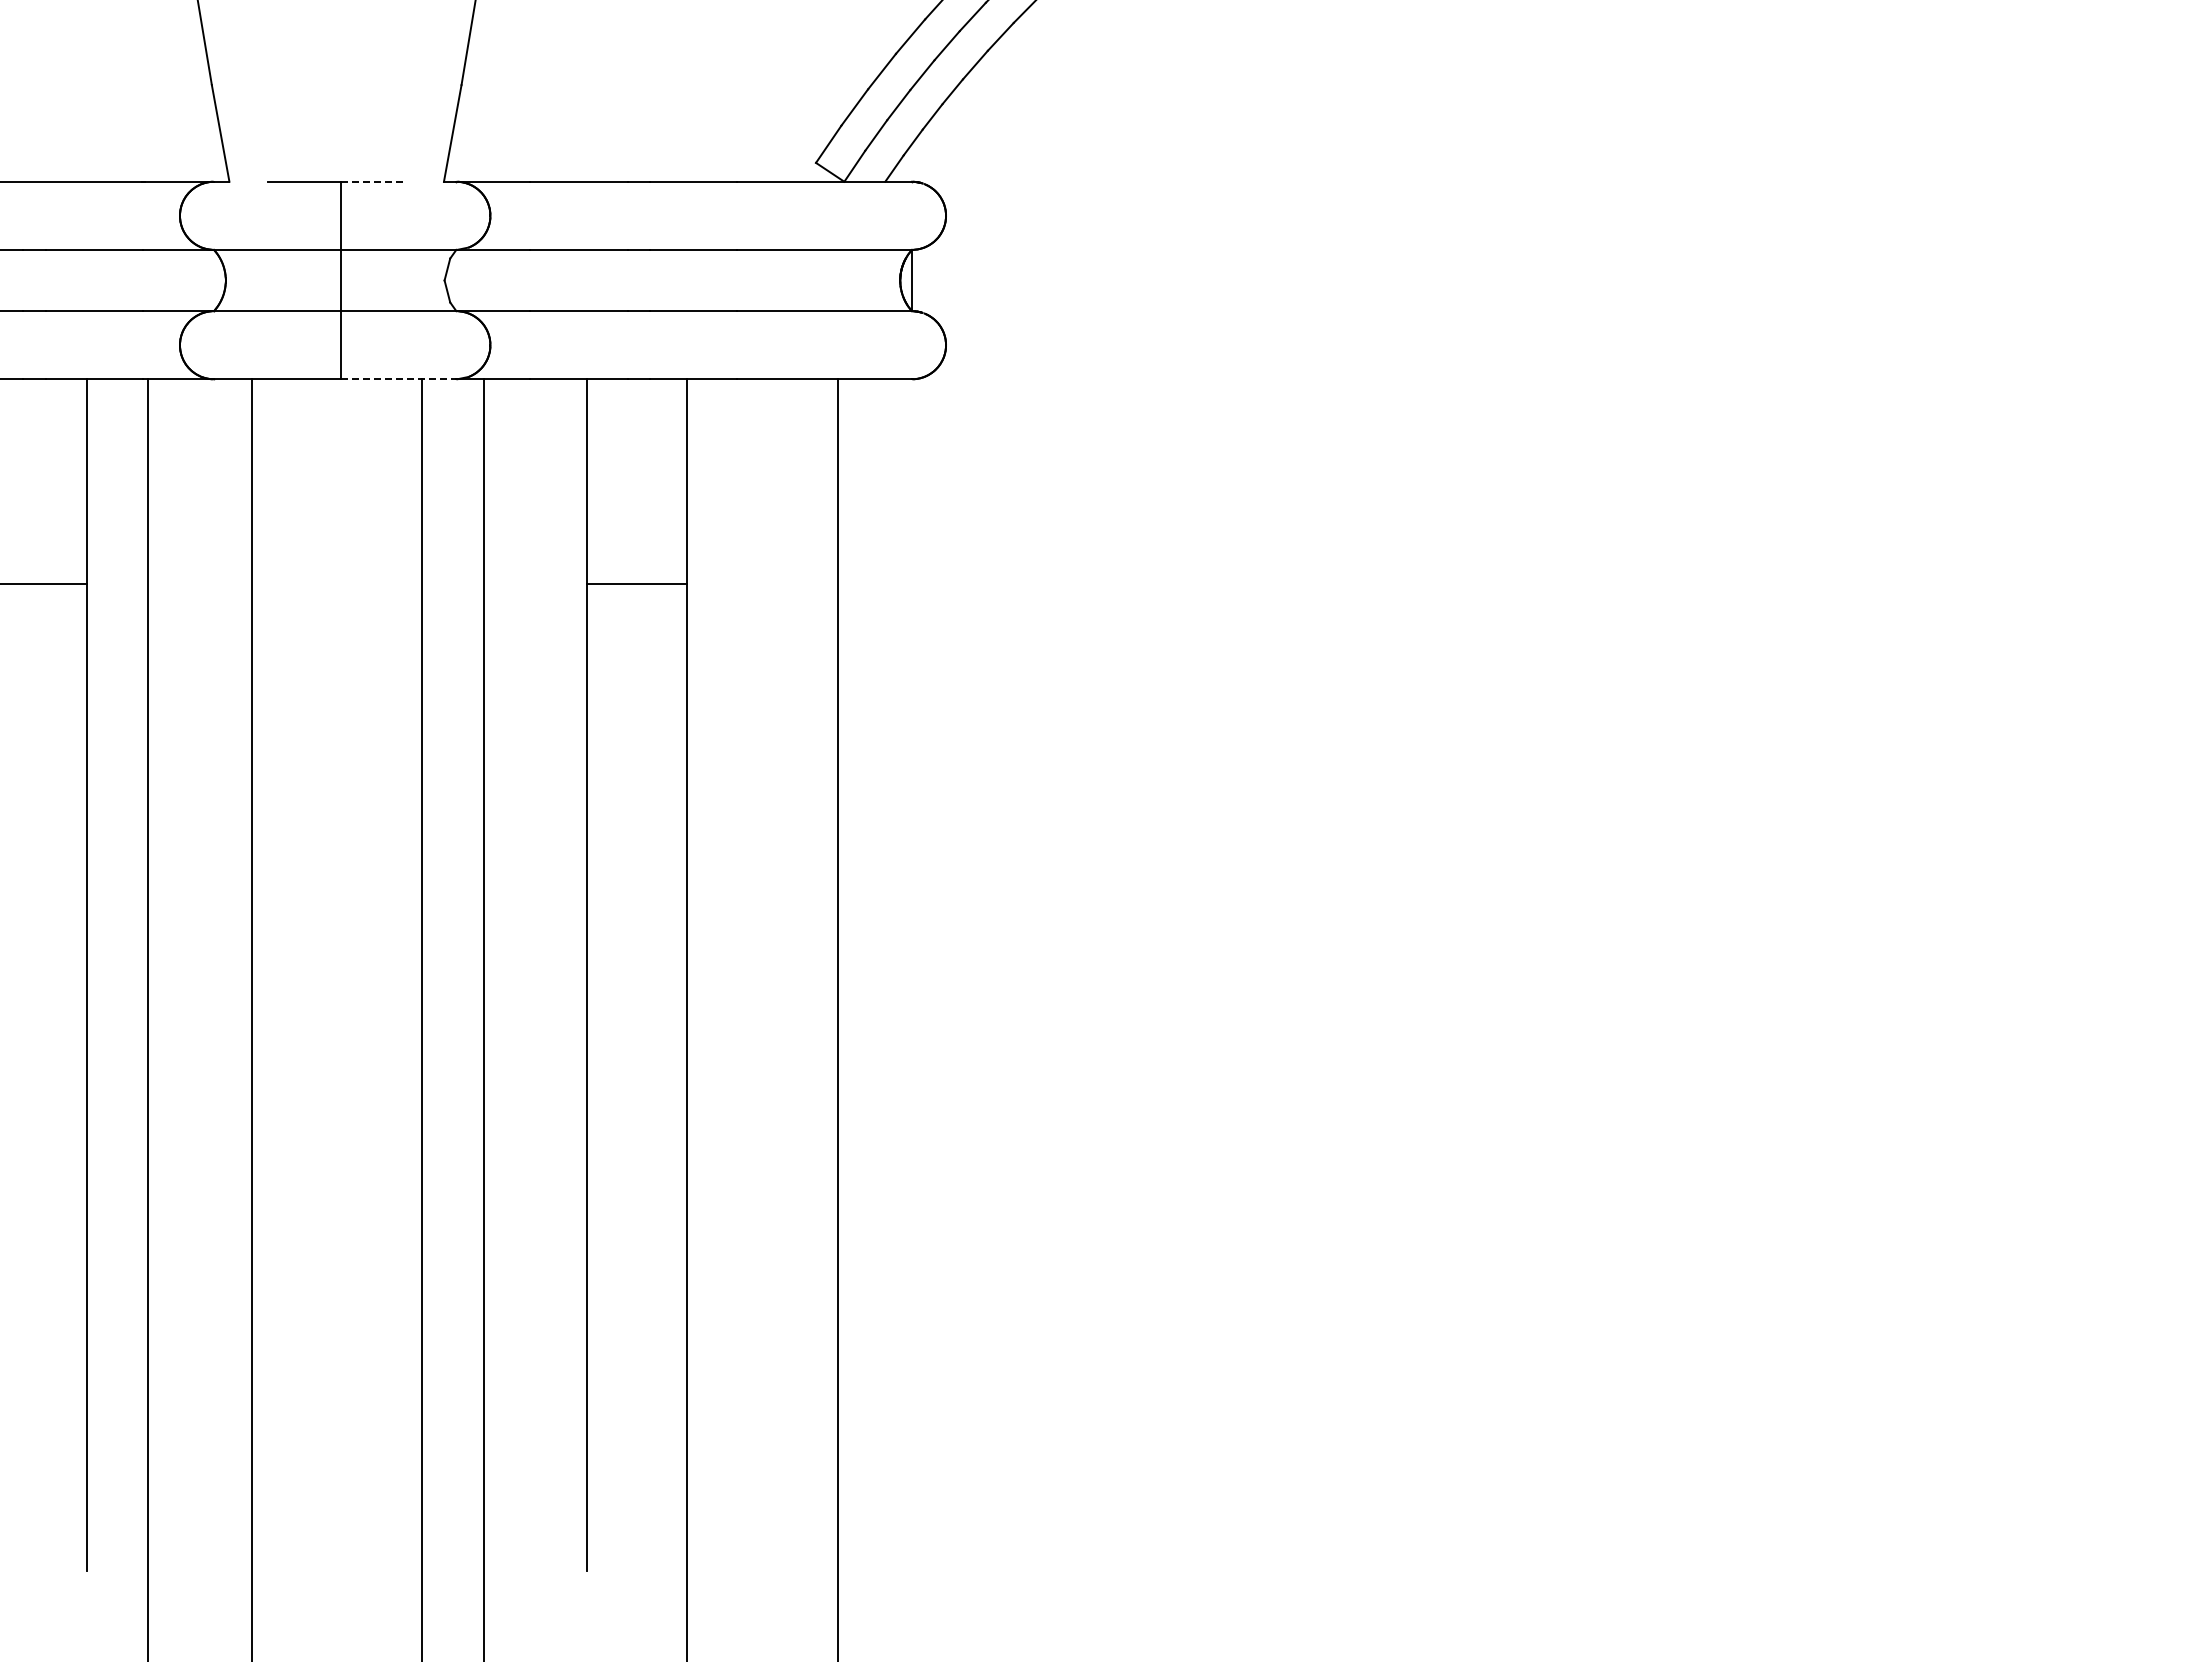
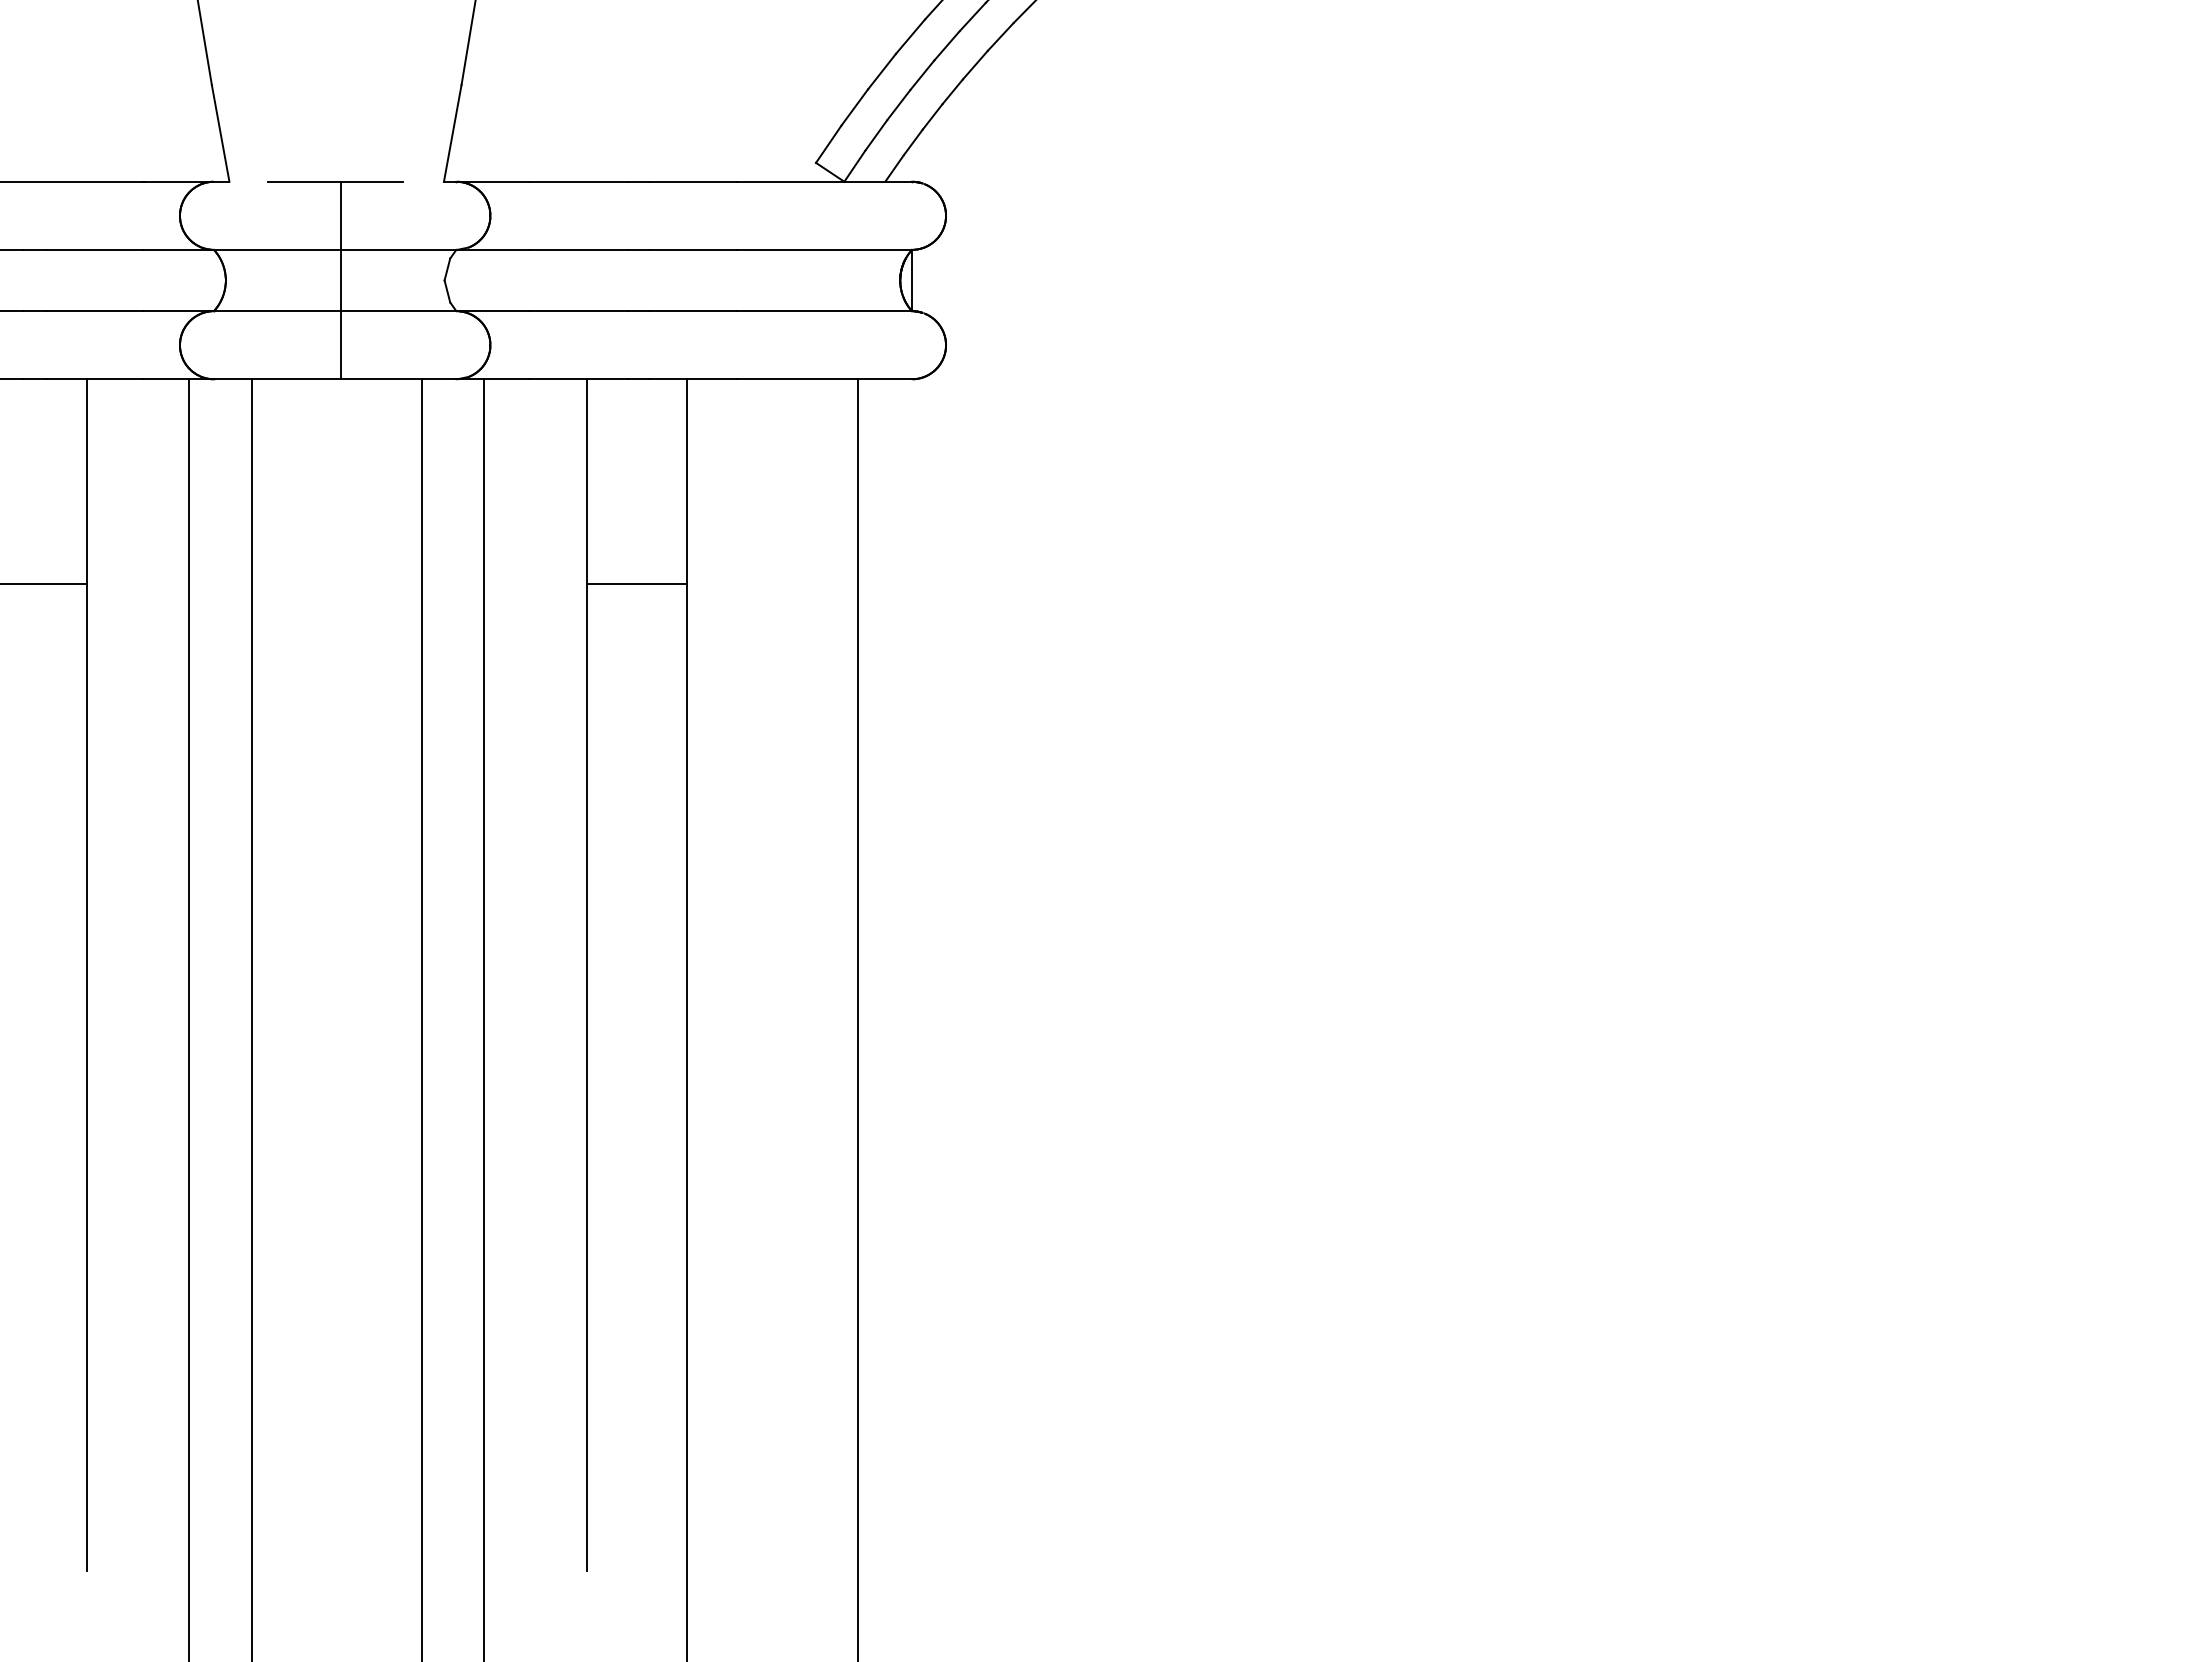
line at (371, 181): dashed -> solid
line at (398, 379): dashed -> solid
line at (148, 1018) position: (148, 1018) -> (189, 1018)
line at (837, 1018) position: (837, 1018) -> (857, 1018)
